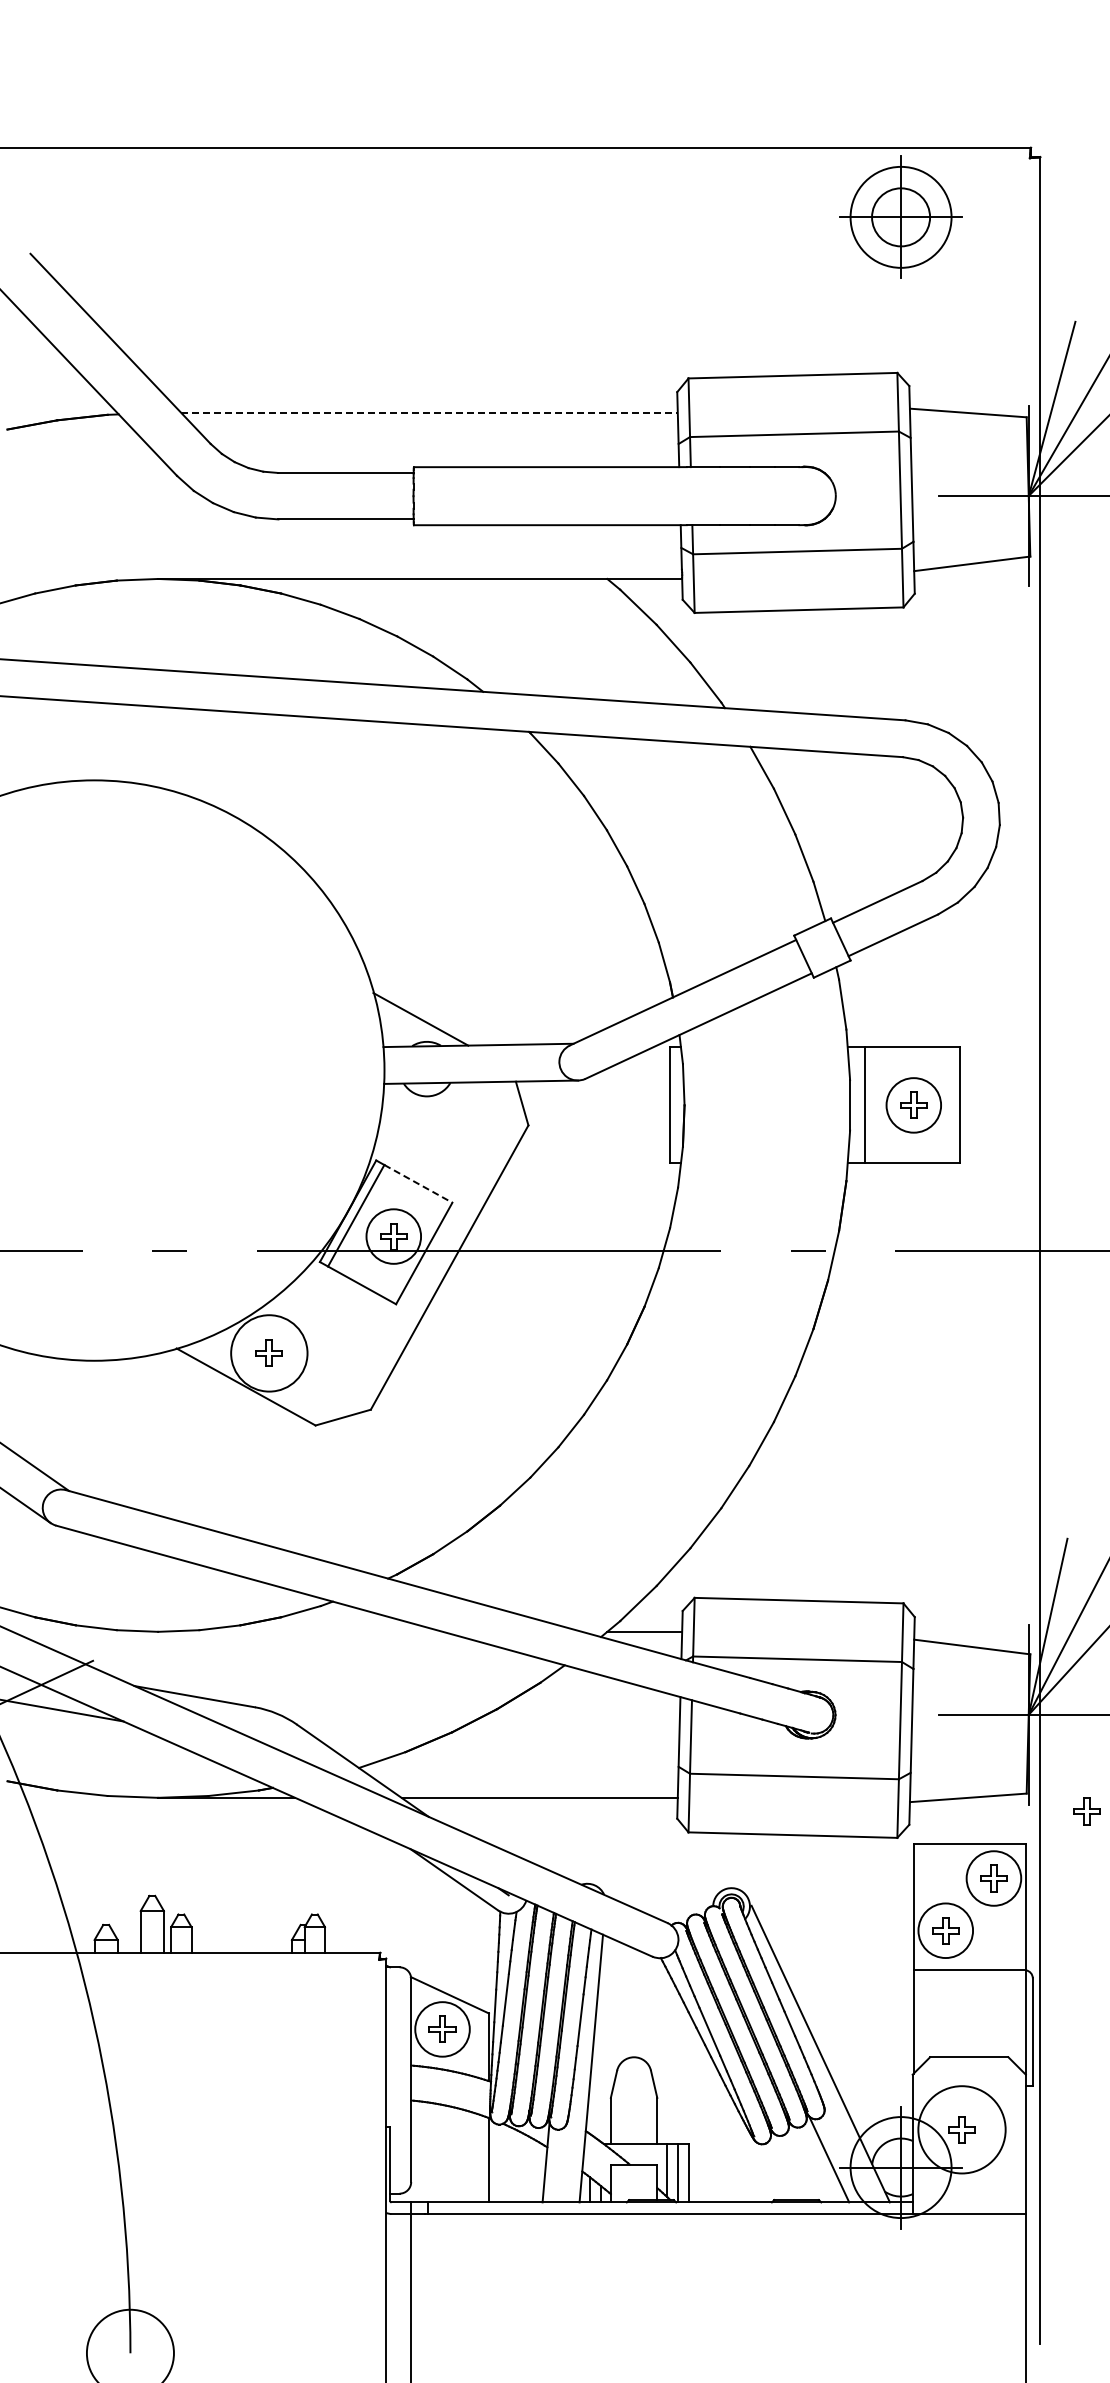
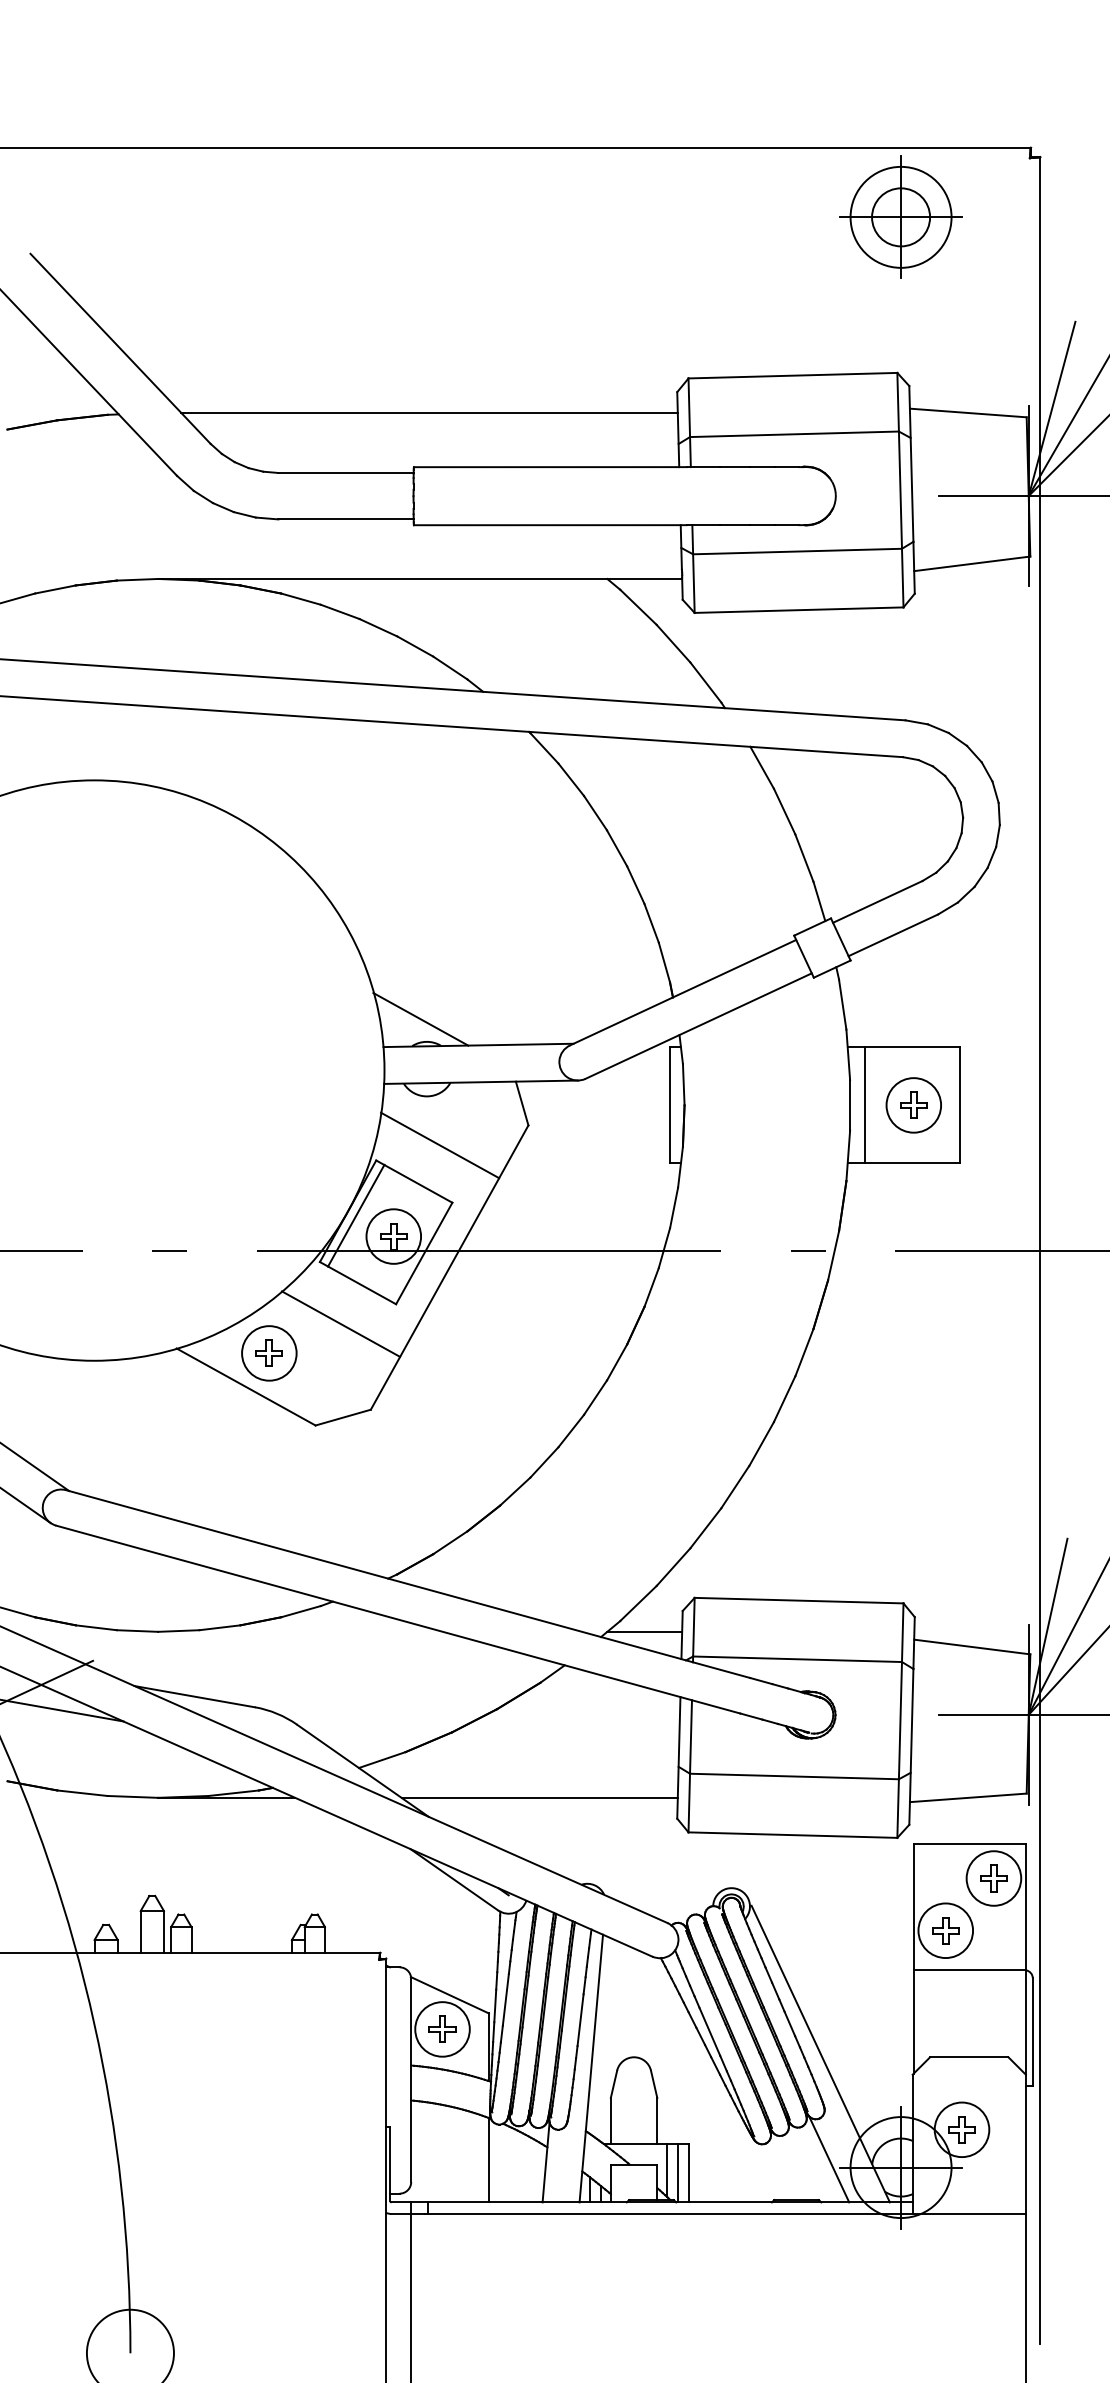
line at (430, 412): dashed -> solid
line at (440, 1145): none -> present
line at (418, 1183): dashed -> solid
line at (341, 1323): none -> present
circle at (269, 1353) diameter: 76 px -> 55 px
part at (1086, 1811): present -> none
circle at (961, 2129) diameter: 87 px -> 55 px
